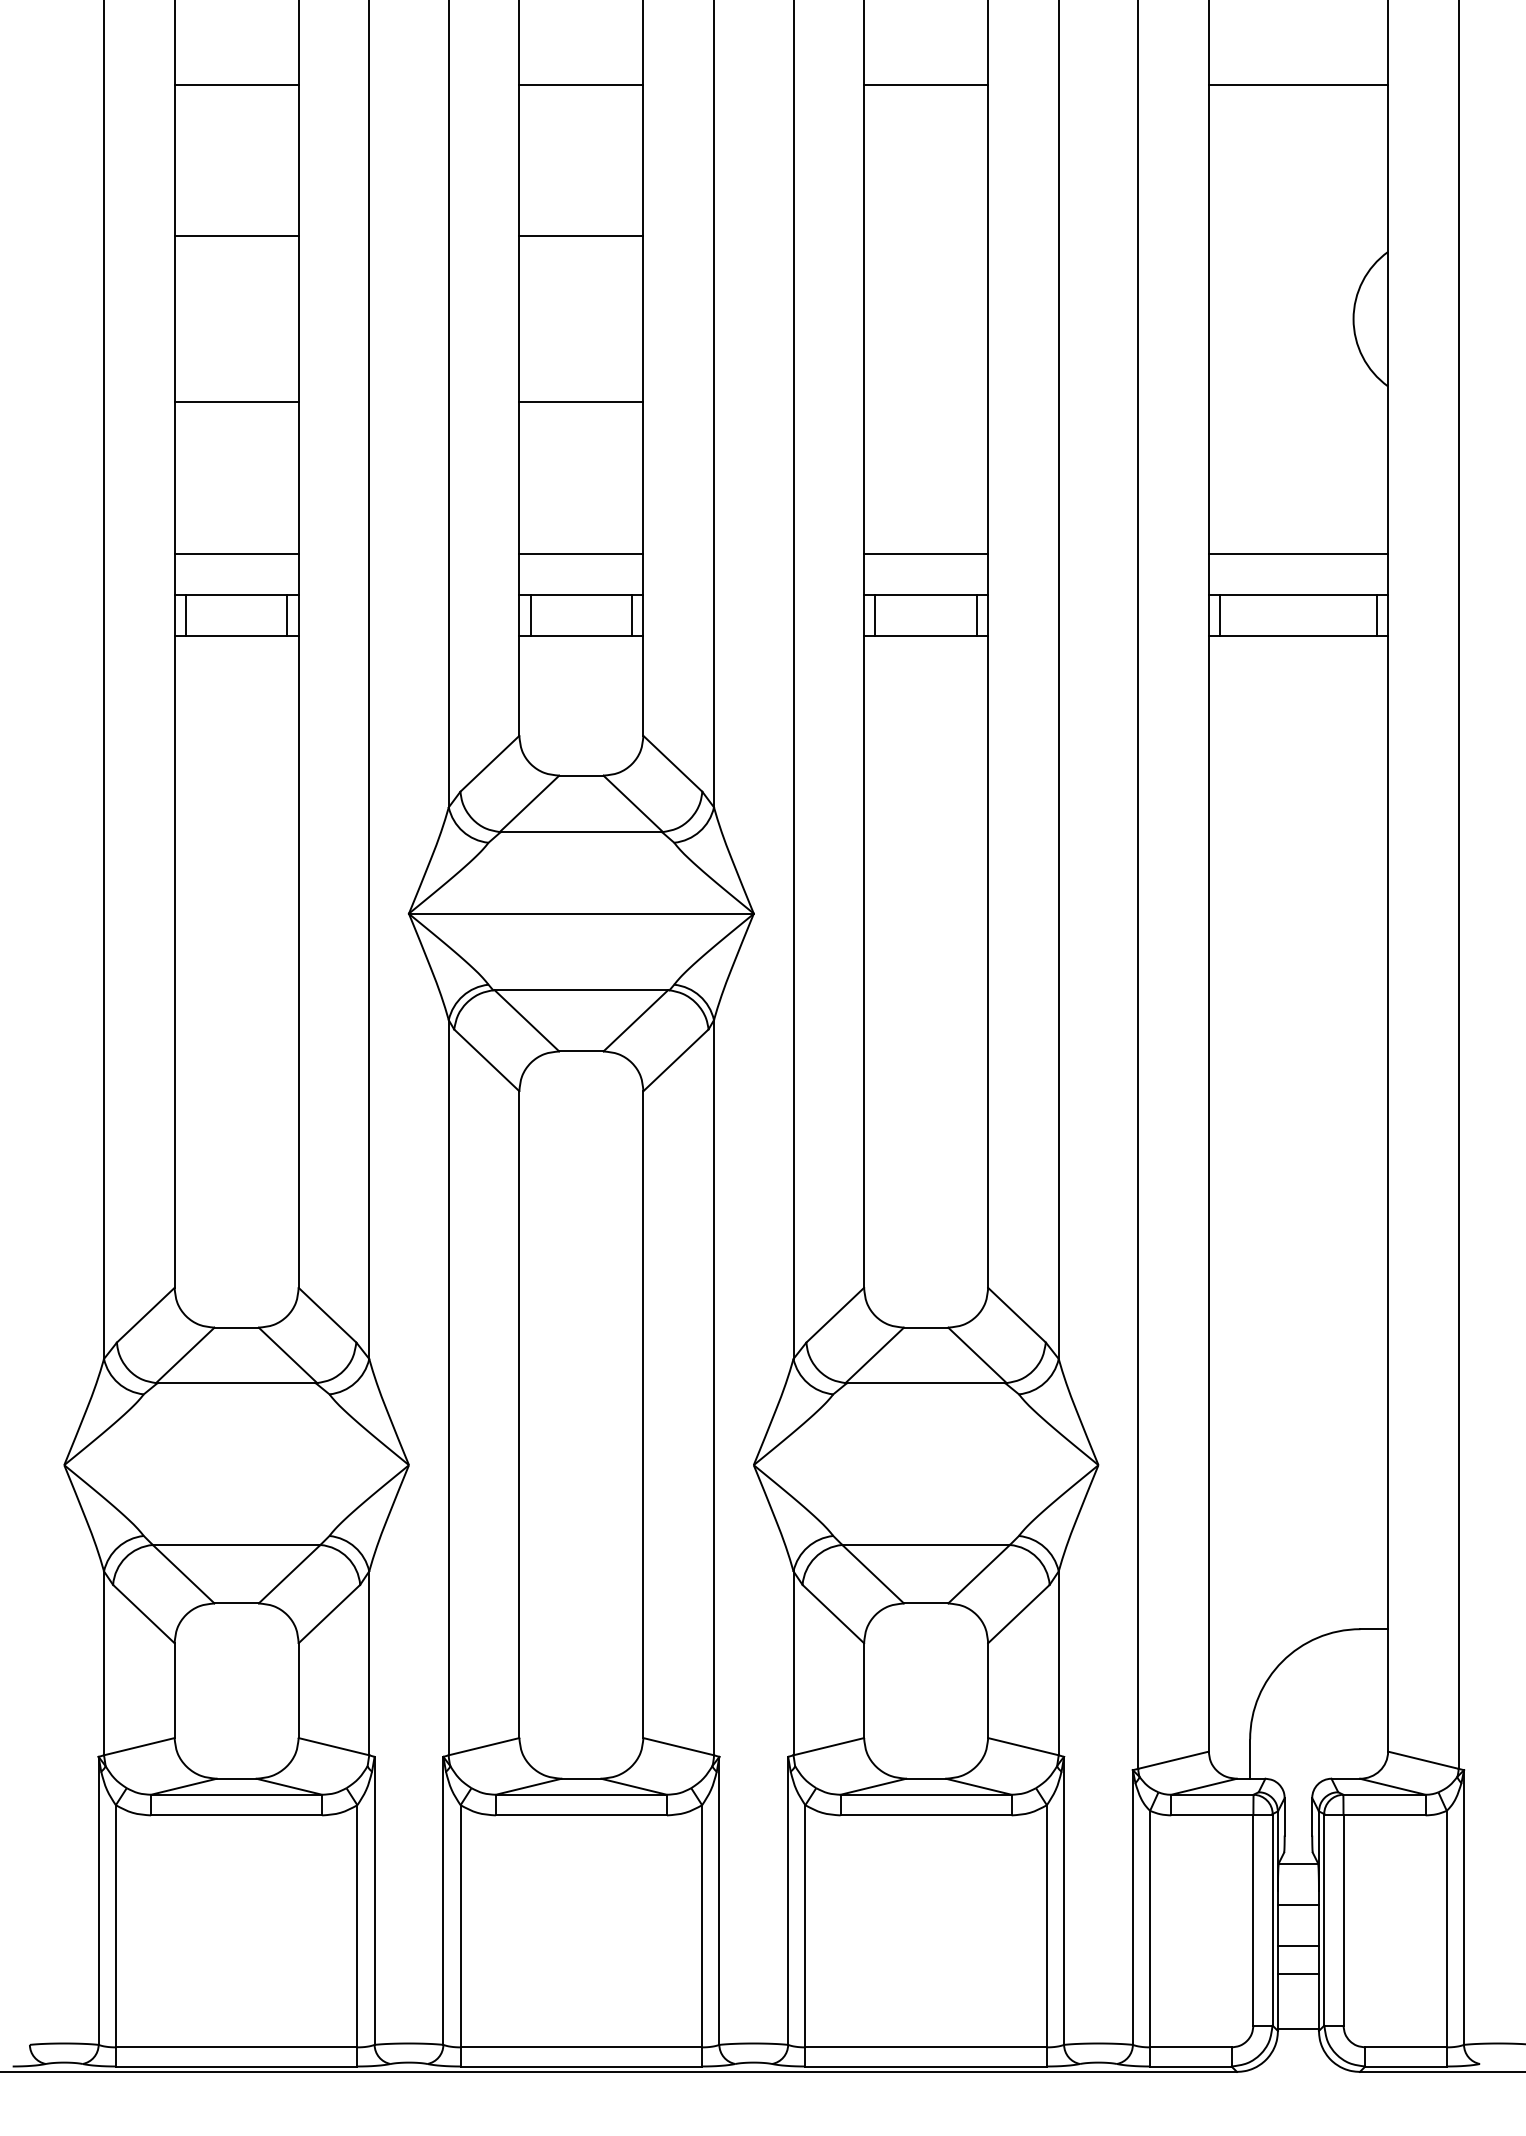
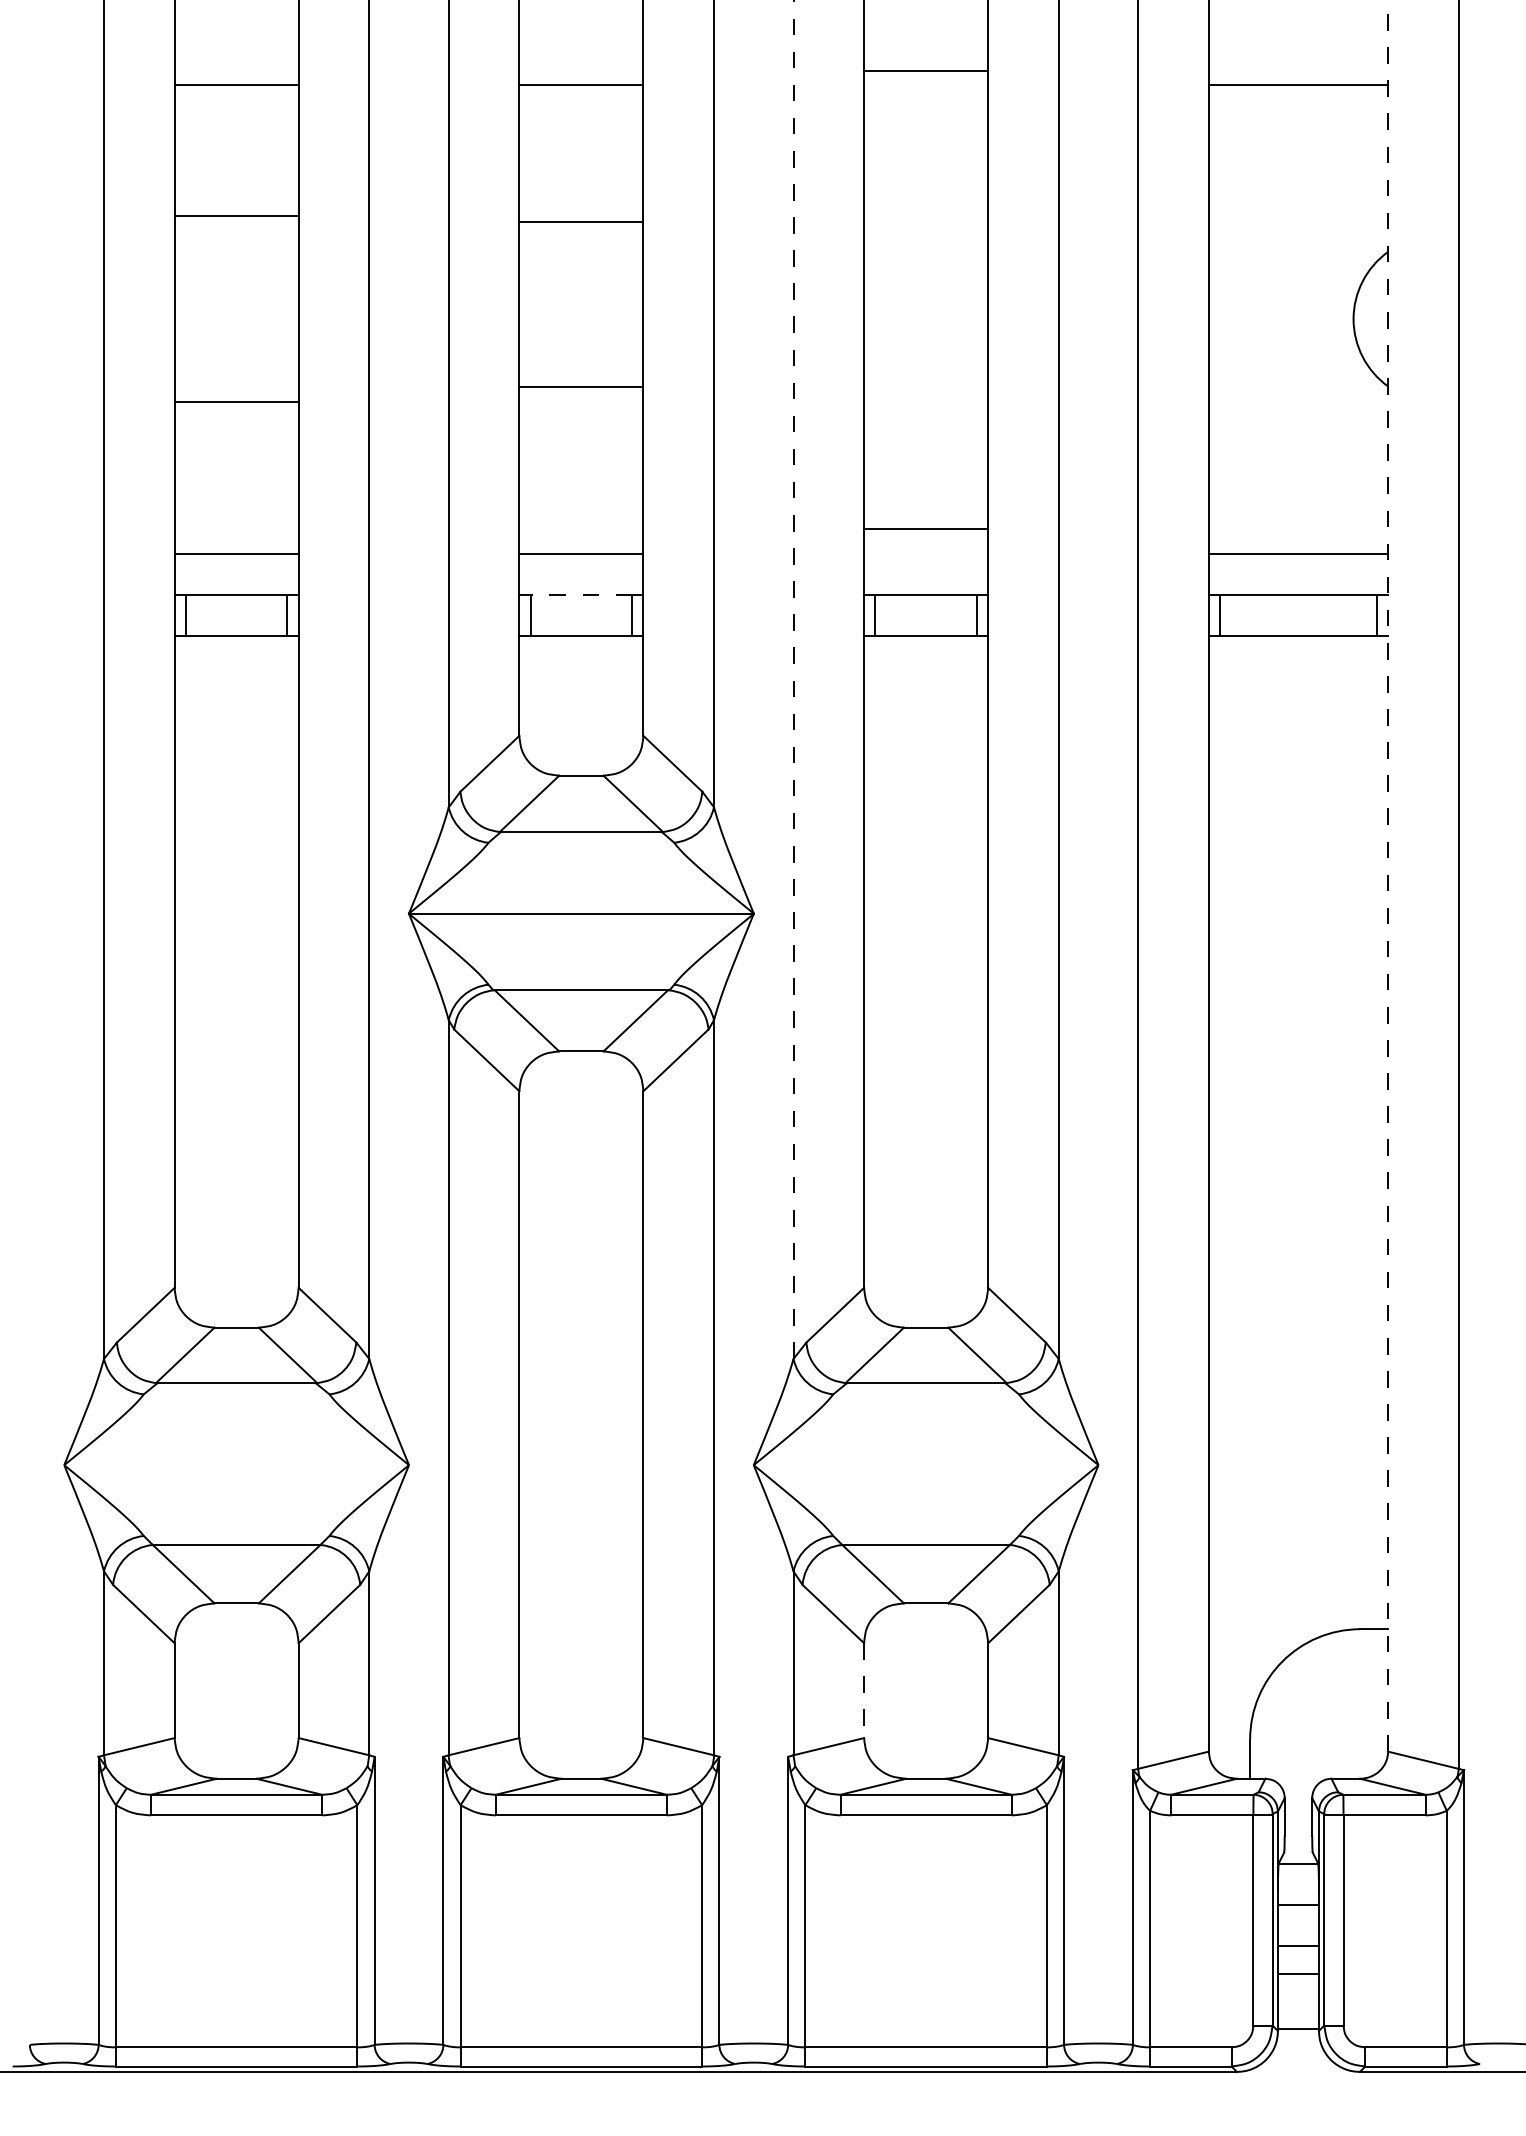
line at (926, 84) position: (926, 84) -> (926, 70)
line at (236, 236) position: (236, 236) -> (236, 216)
line at (581, 236) position: (581, 236) -> (581, 222)
line at (581, 401) position: (581, 401) -> (581, 386)
line at (926, 553) position: (926, 553) -> (926, 528)
line at (581, 594): solid -> dashed
line at (793, 679): solid -> dashed
line at (1388, 875): solid -> dashed
line at (864, 1691): solid -> dashed
